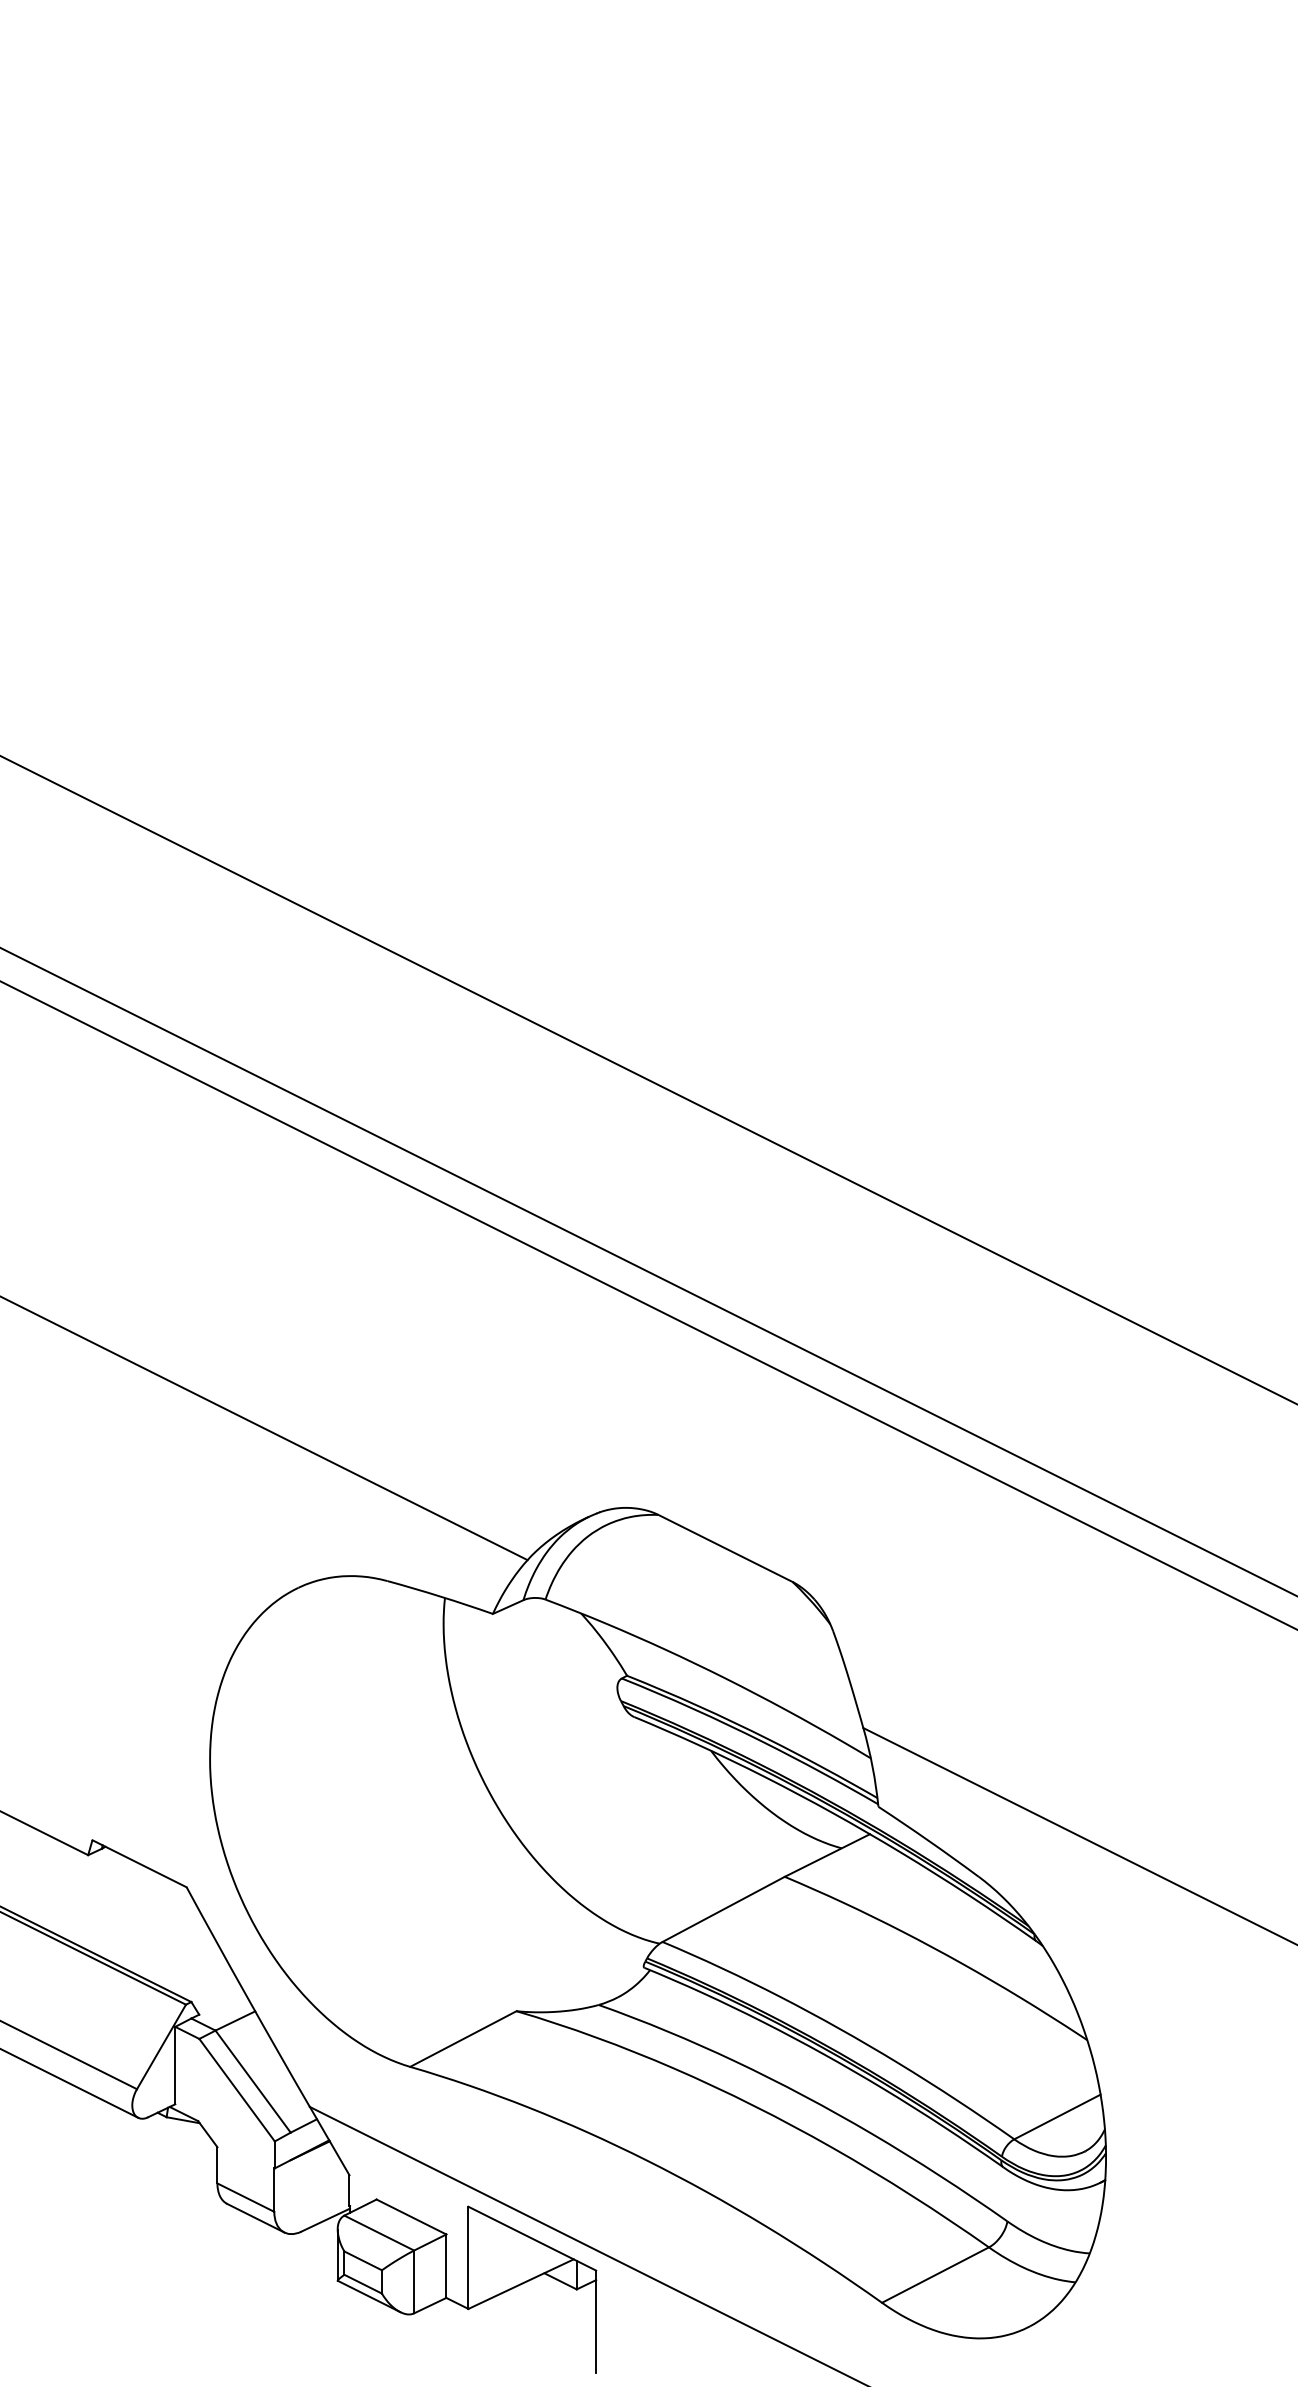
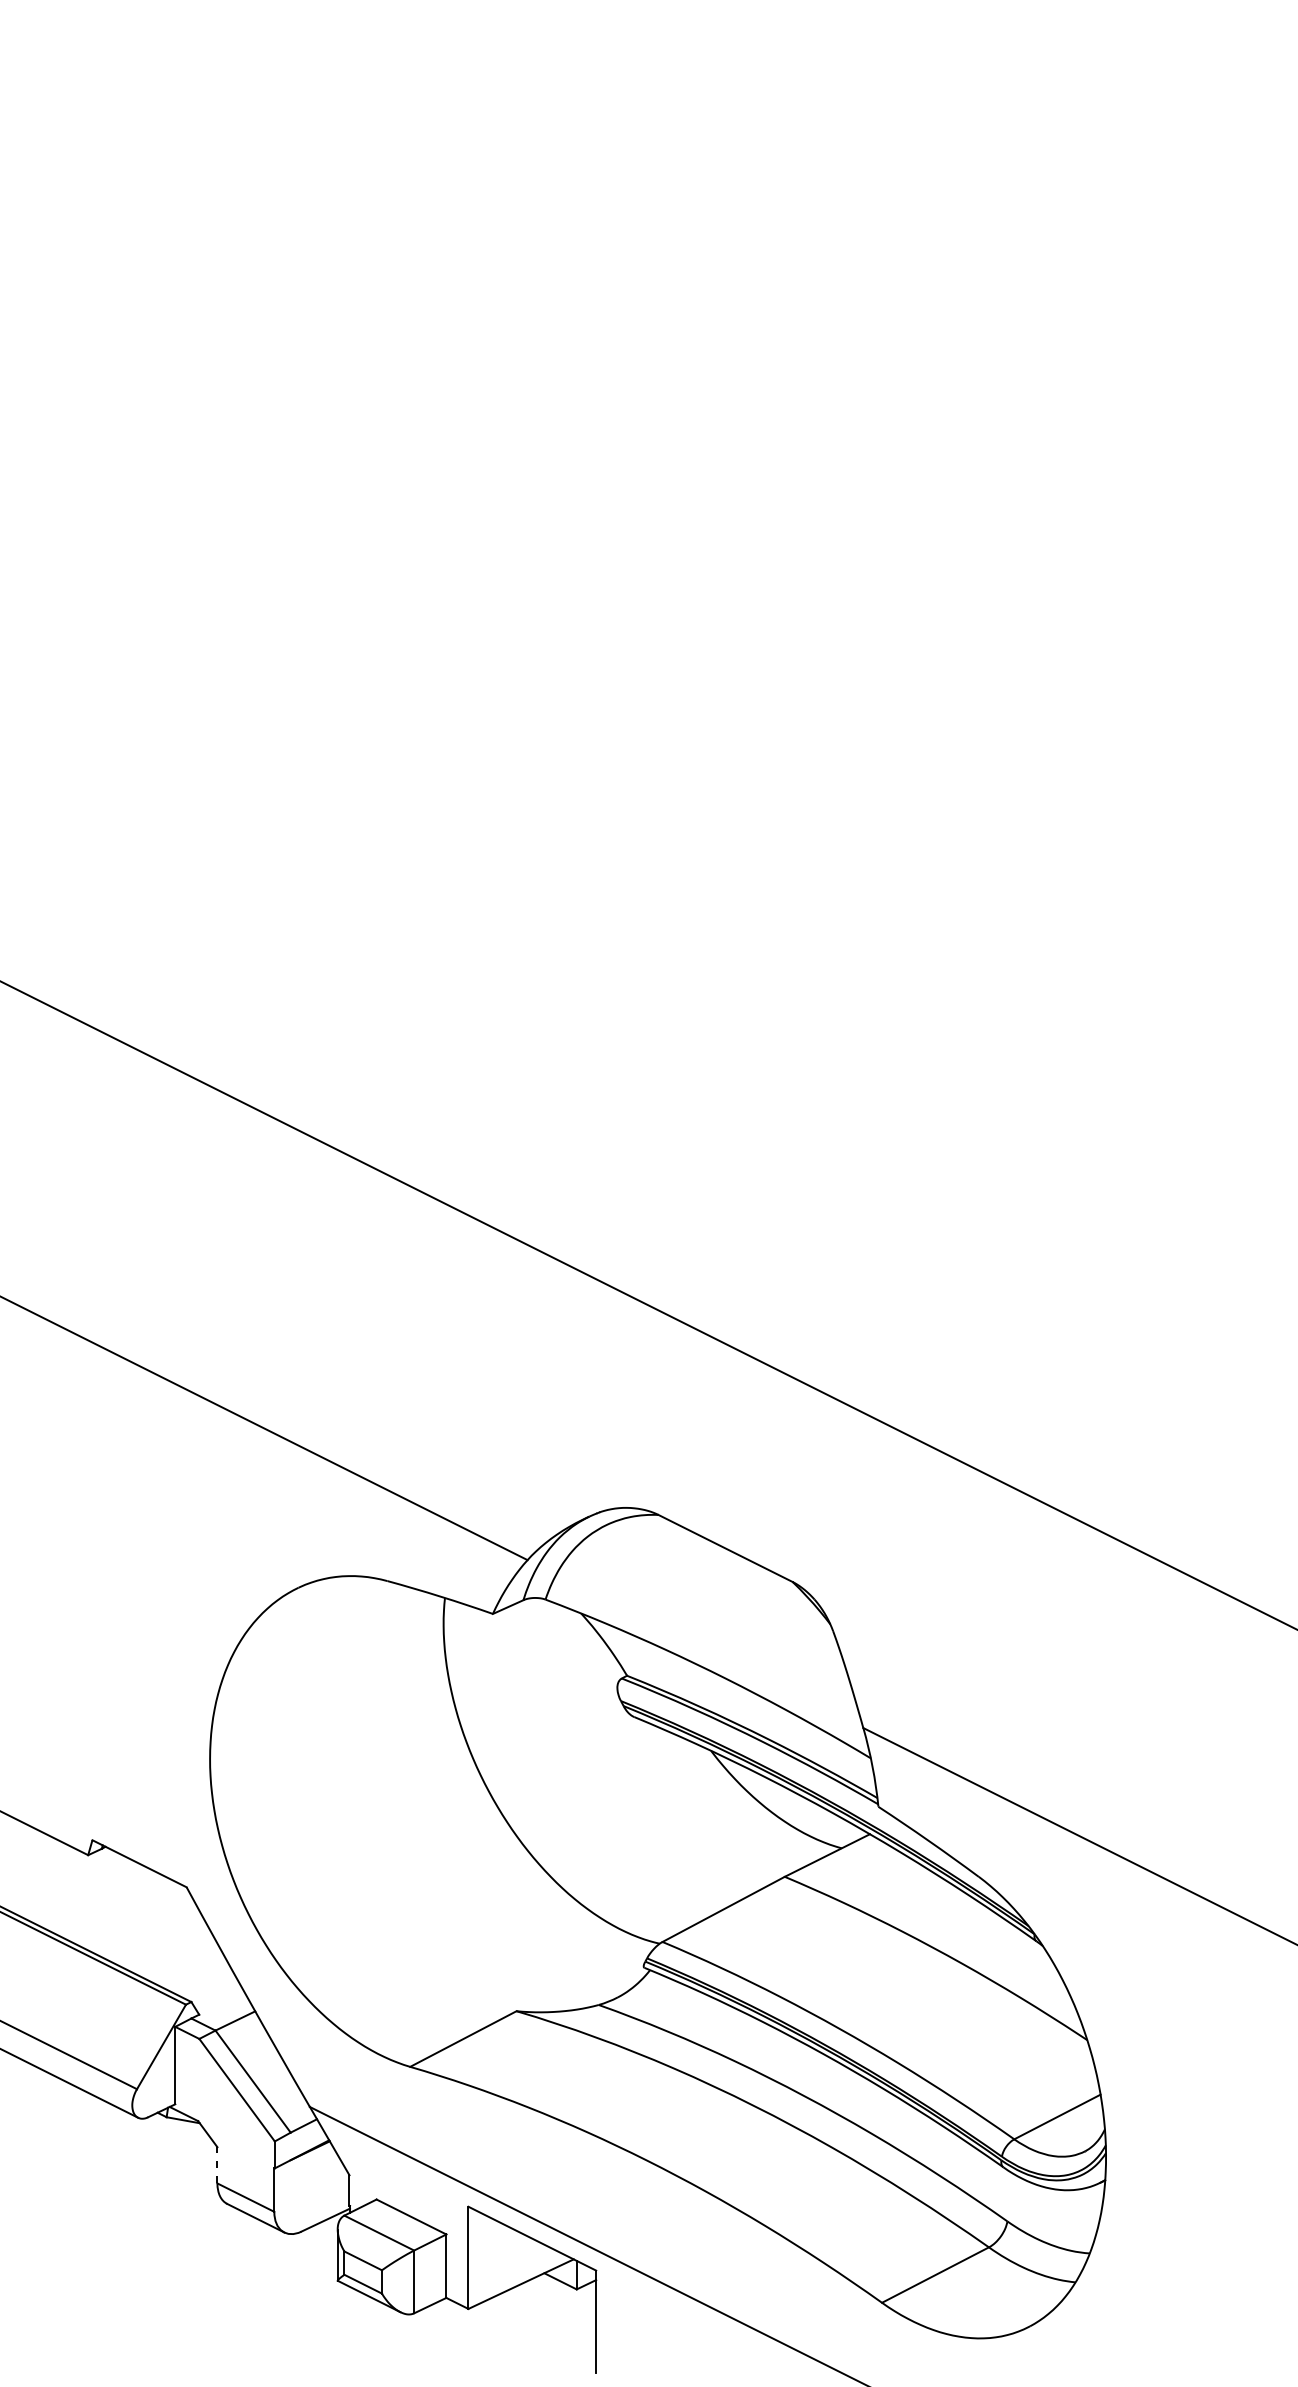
line at (648, 1079): present -> none
line at (648, 1271): present -> none
line at (217, 2164): solid -> dashed
